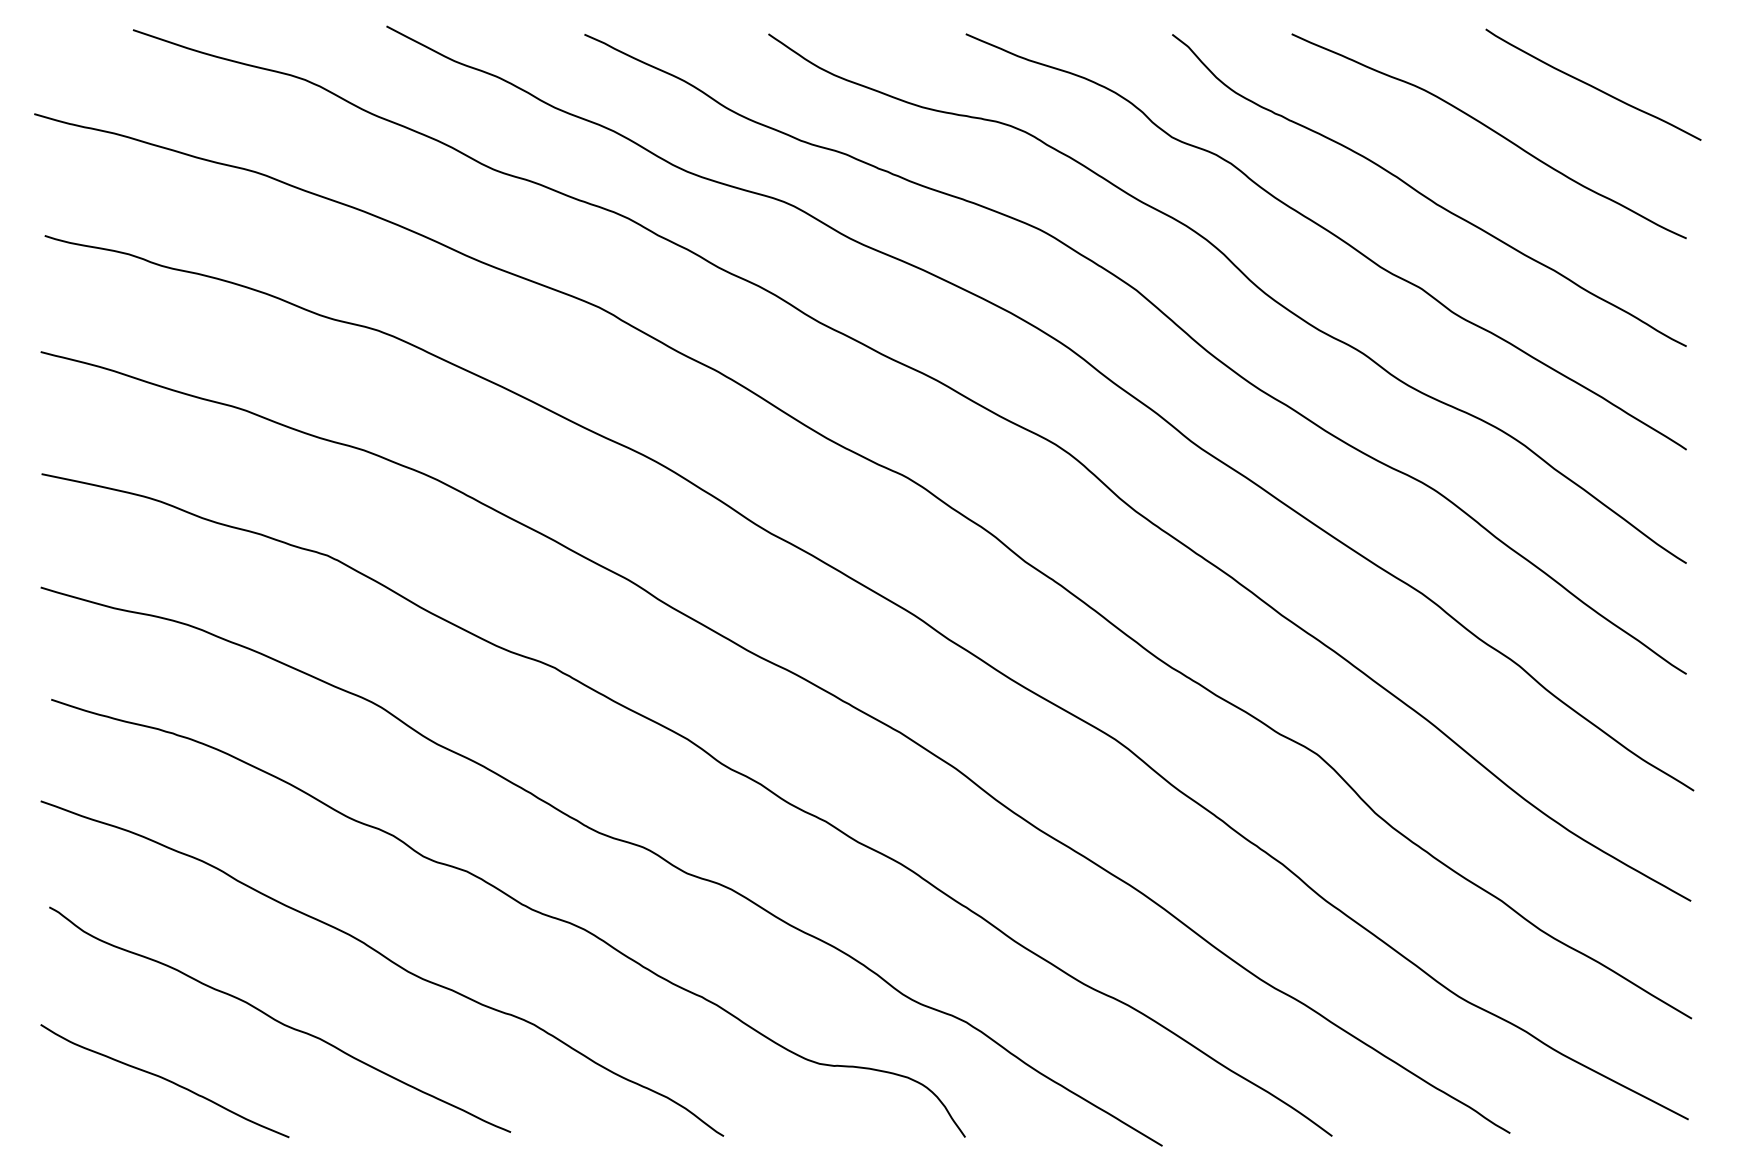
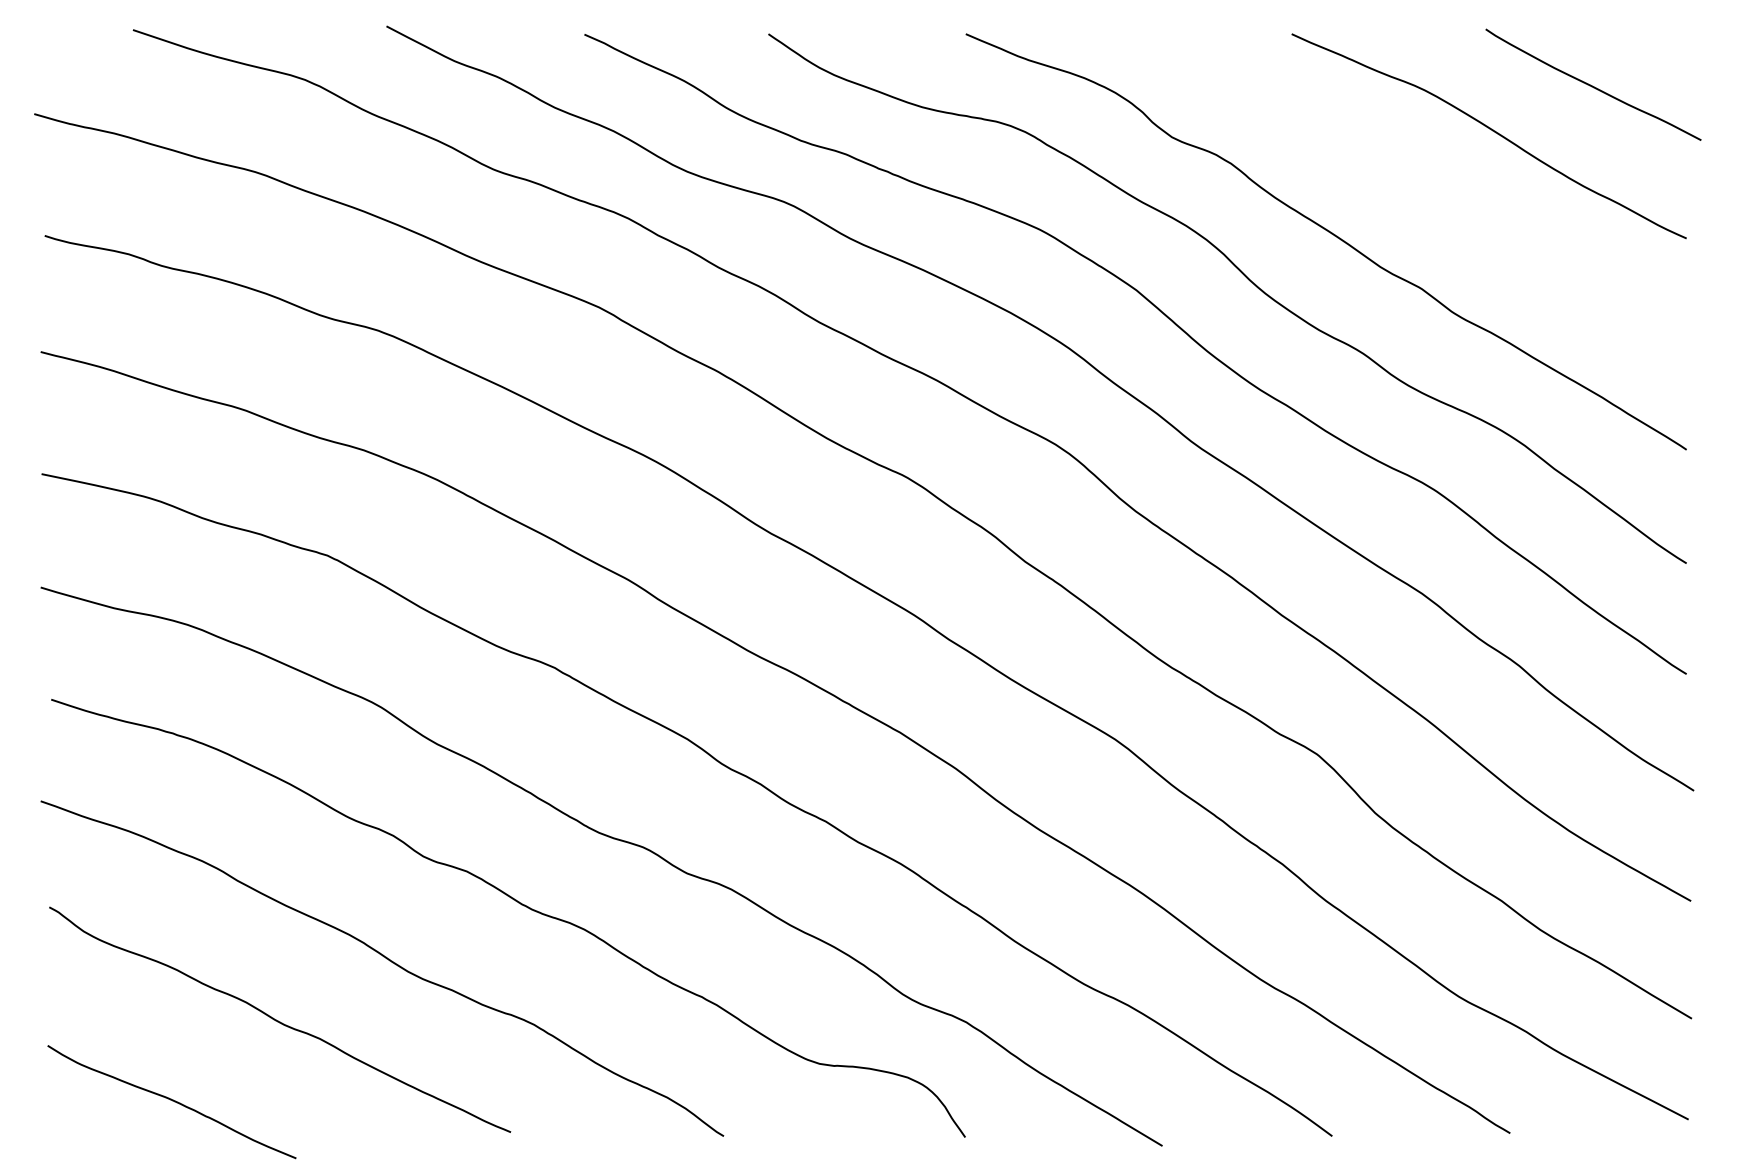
curve at (1425, 195): present -> none
curve at (165, 1080) position: (165, 1080) -> (172, 1101)
